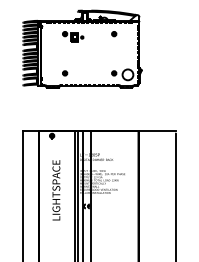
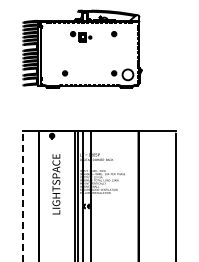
part at (73, 36) position: (73, 36) -> (81, 36)
text at (56, 190) position: (56, 190) -> (56, 184)
line at (22, 196): solid -> dashed
